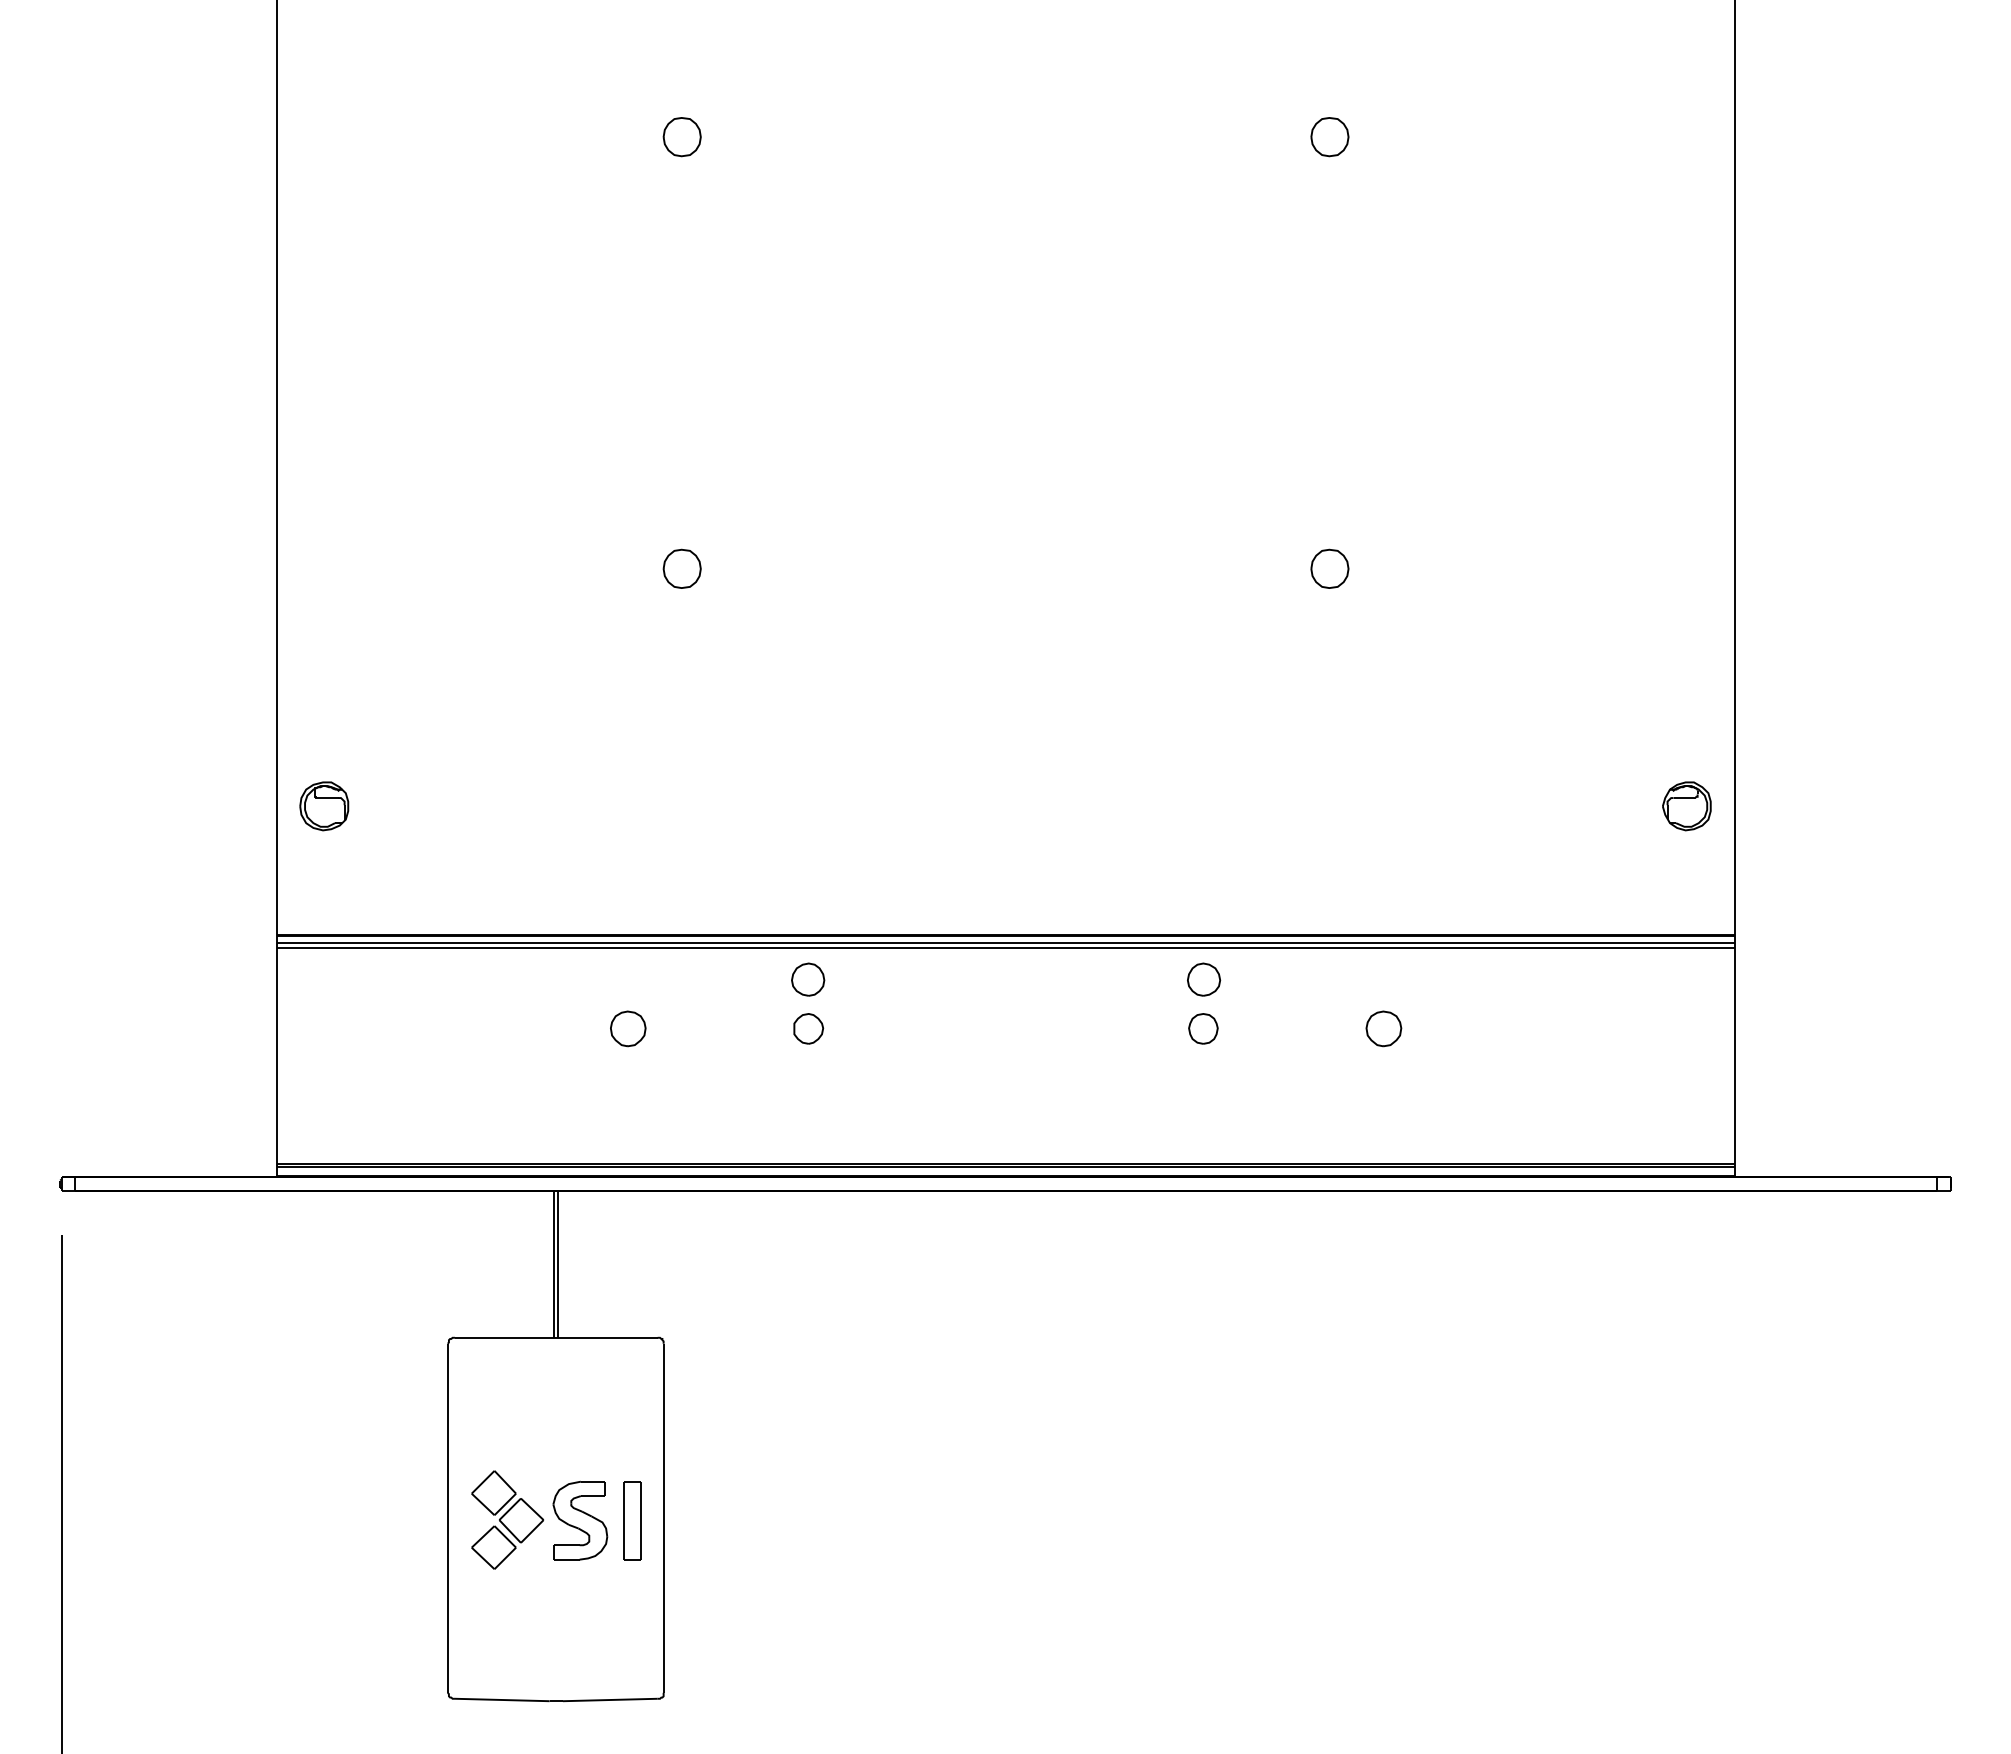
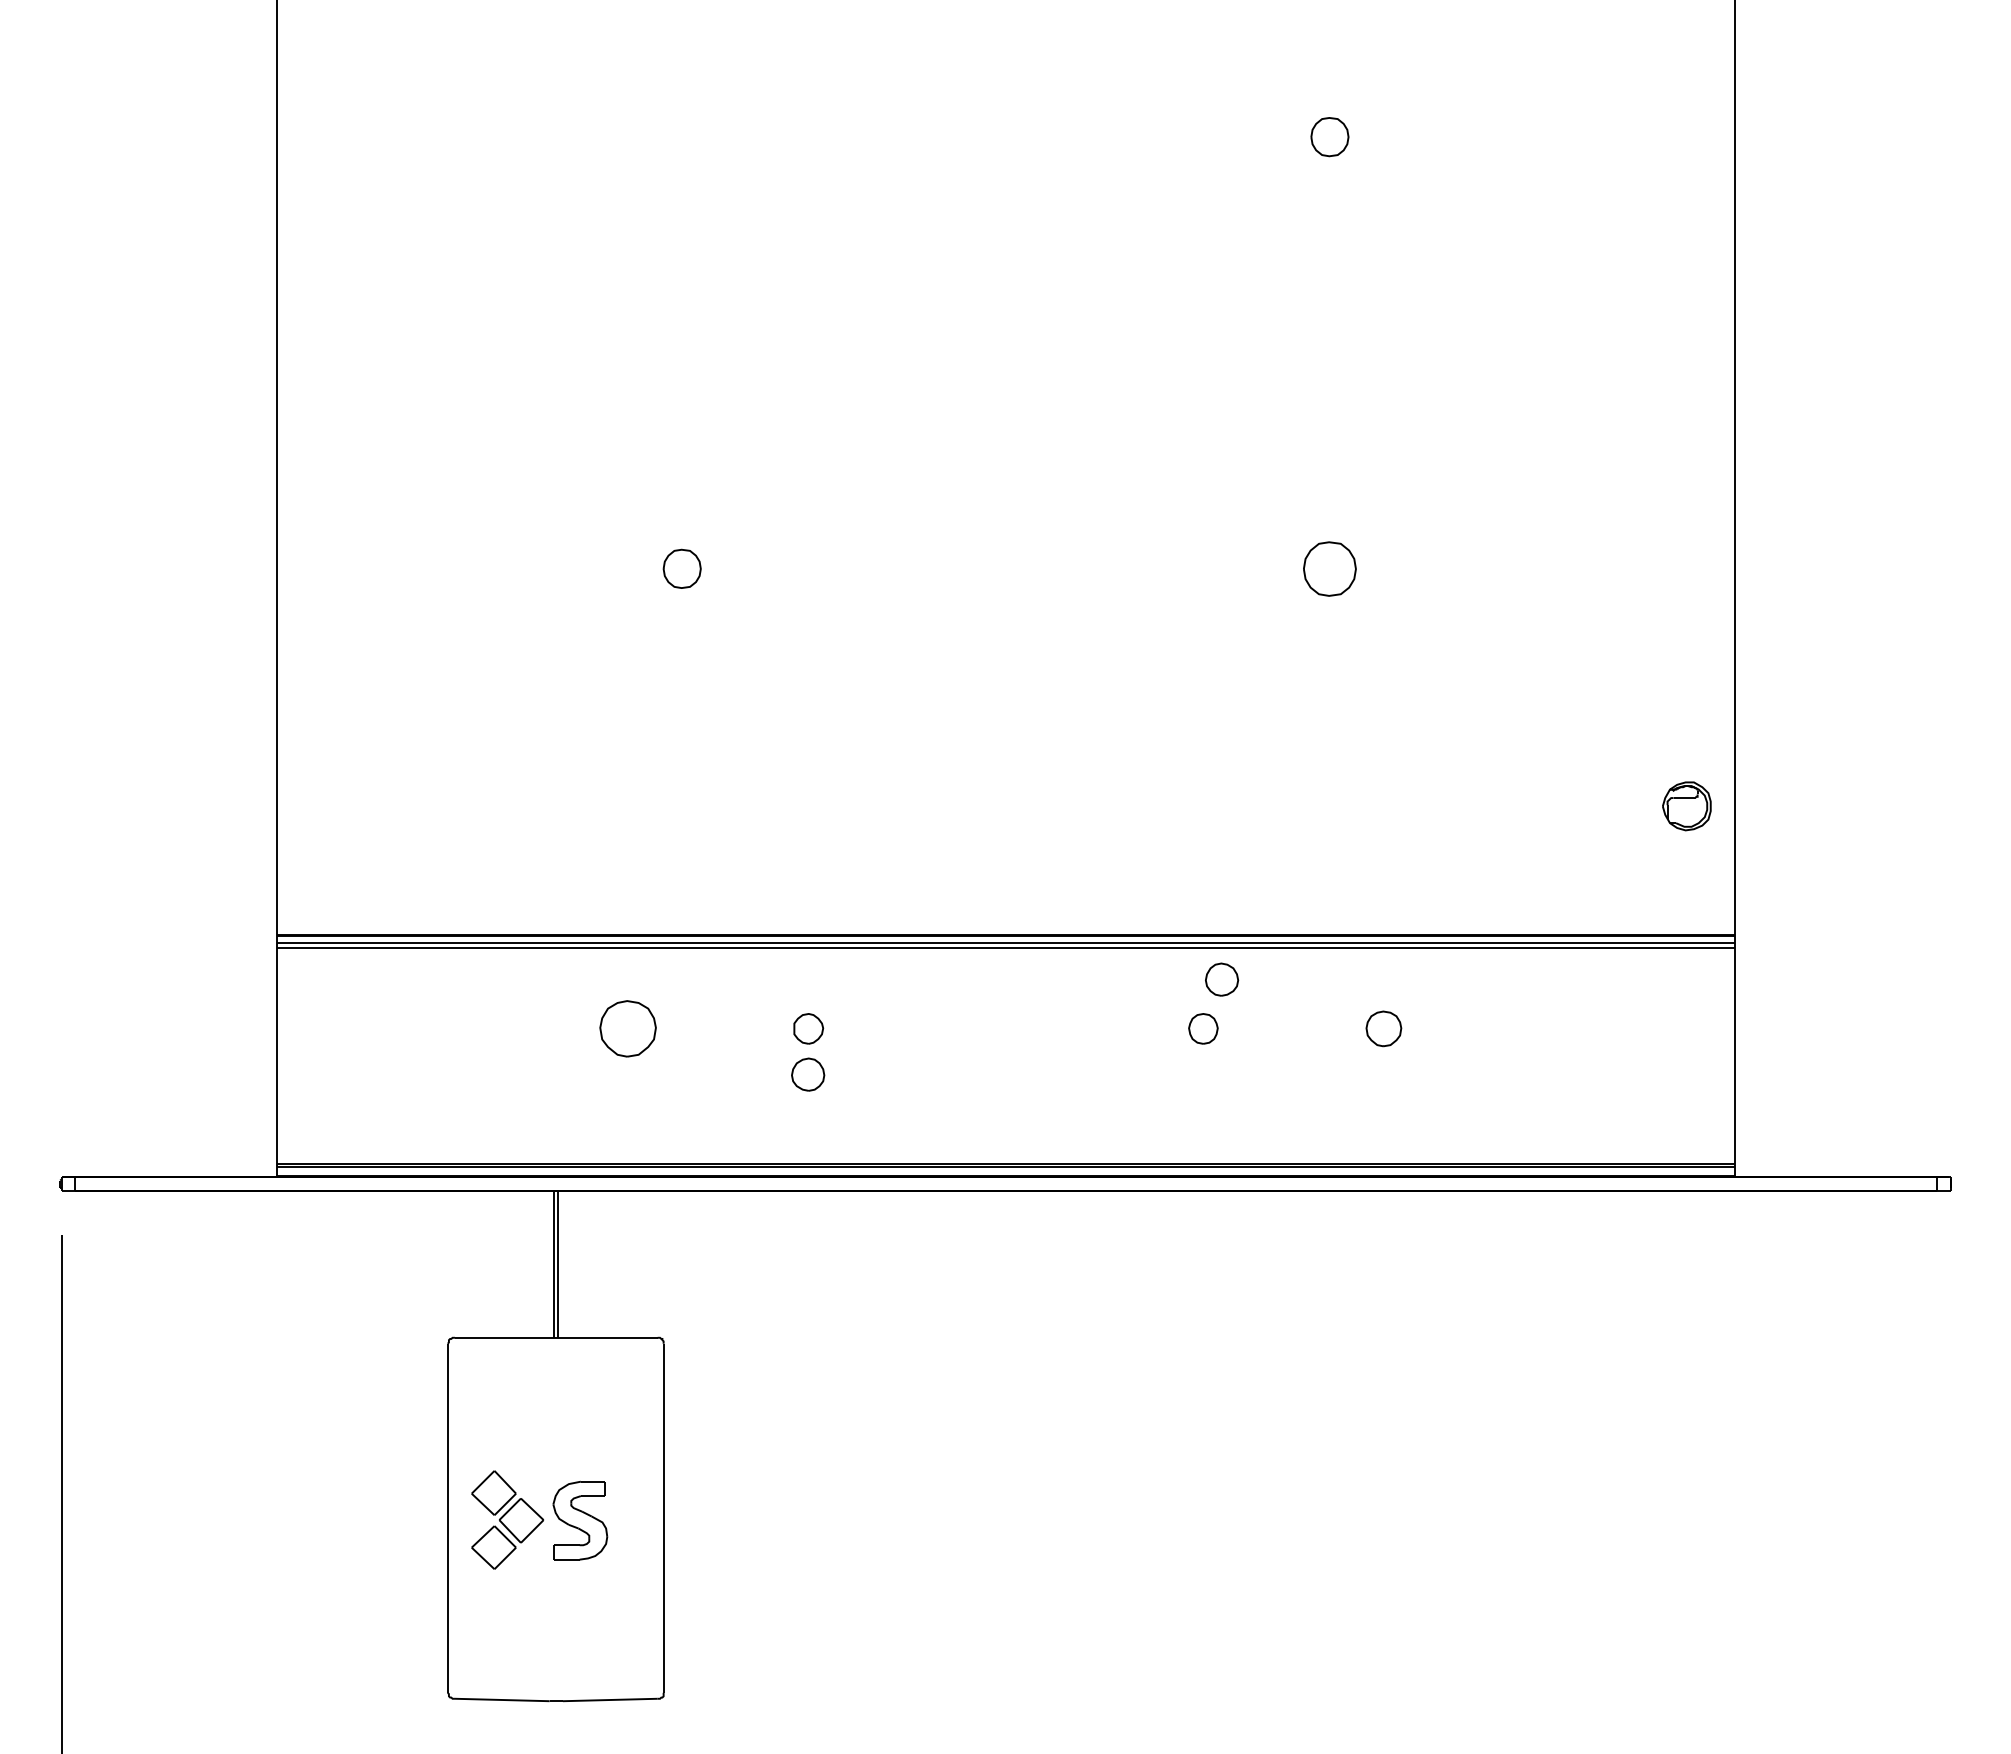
part at (681, 137): present -> none
part at (1329, 568) size: 40x41 px -> 54x56 px
part at (324, 806): present -> none
part at (808, 979) position: (808, 979) -> (808, 1074)
part at (1204, 979) position: (1204, 979) -> (1222, 979)
part at (628, 1028) size: 37x38 px -> 58x58 px
part at (632, 1520): present -> none
